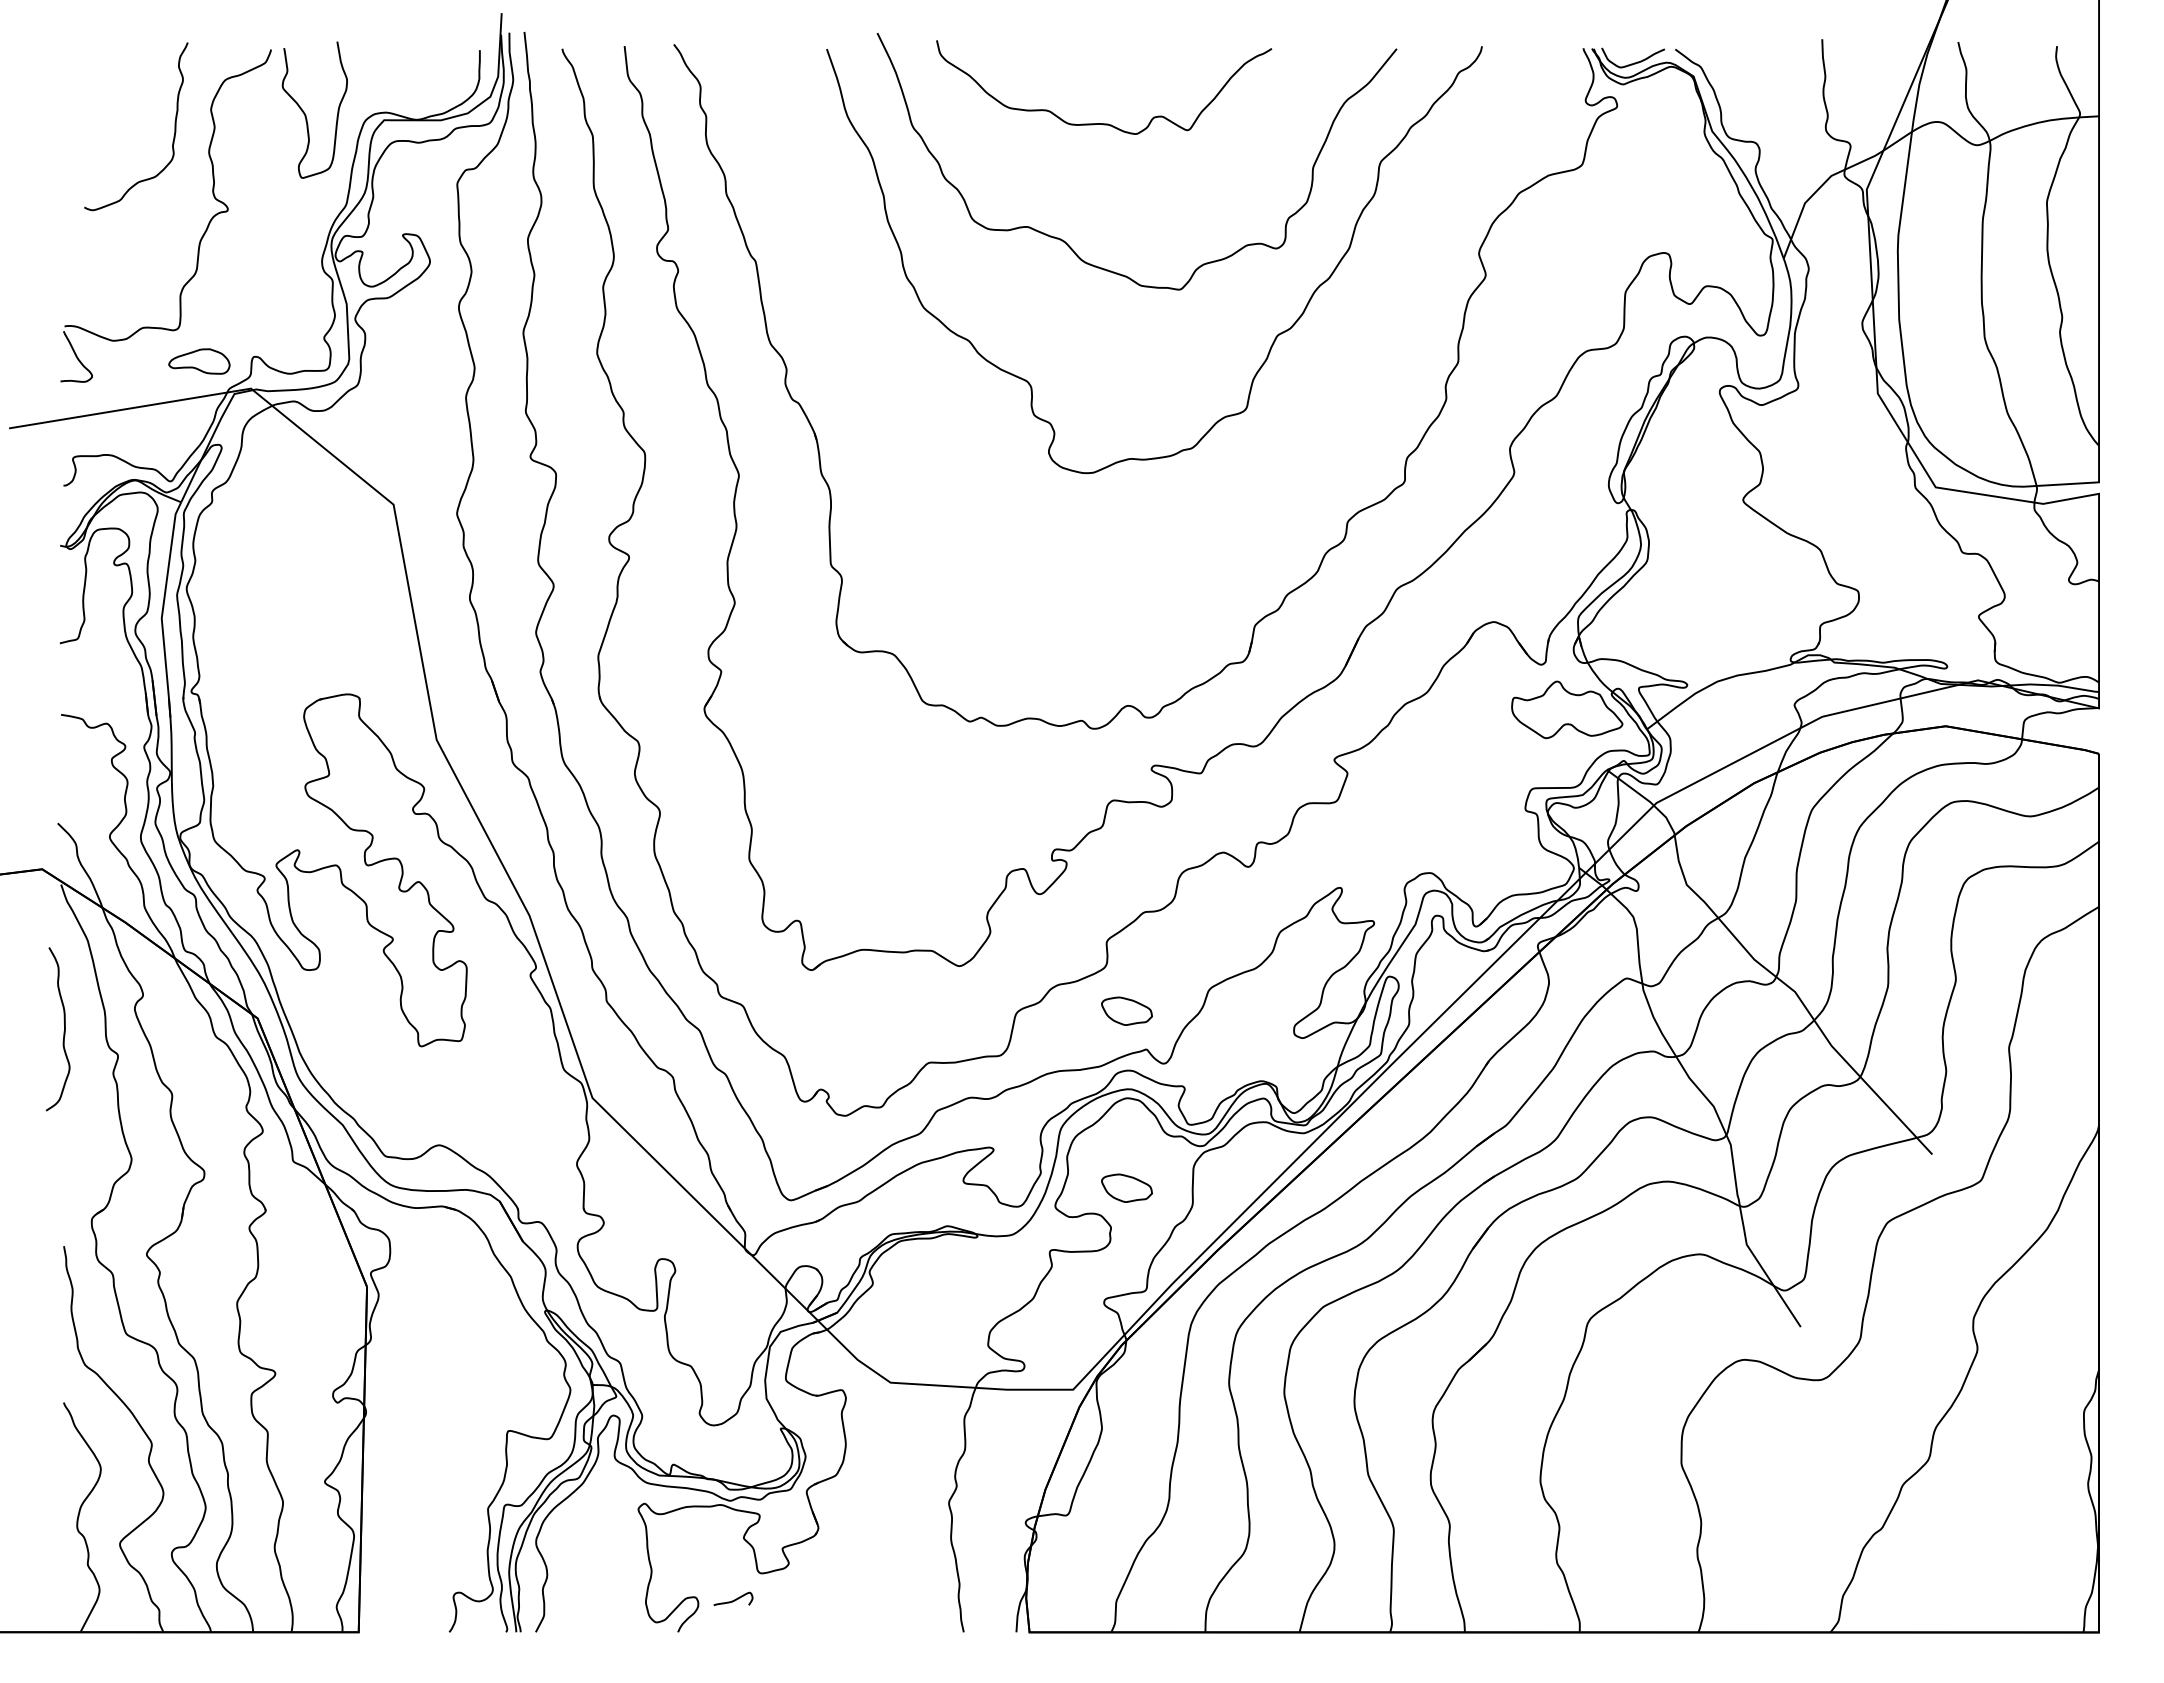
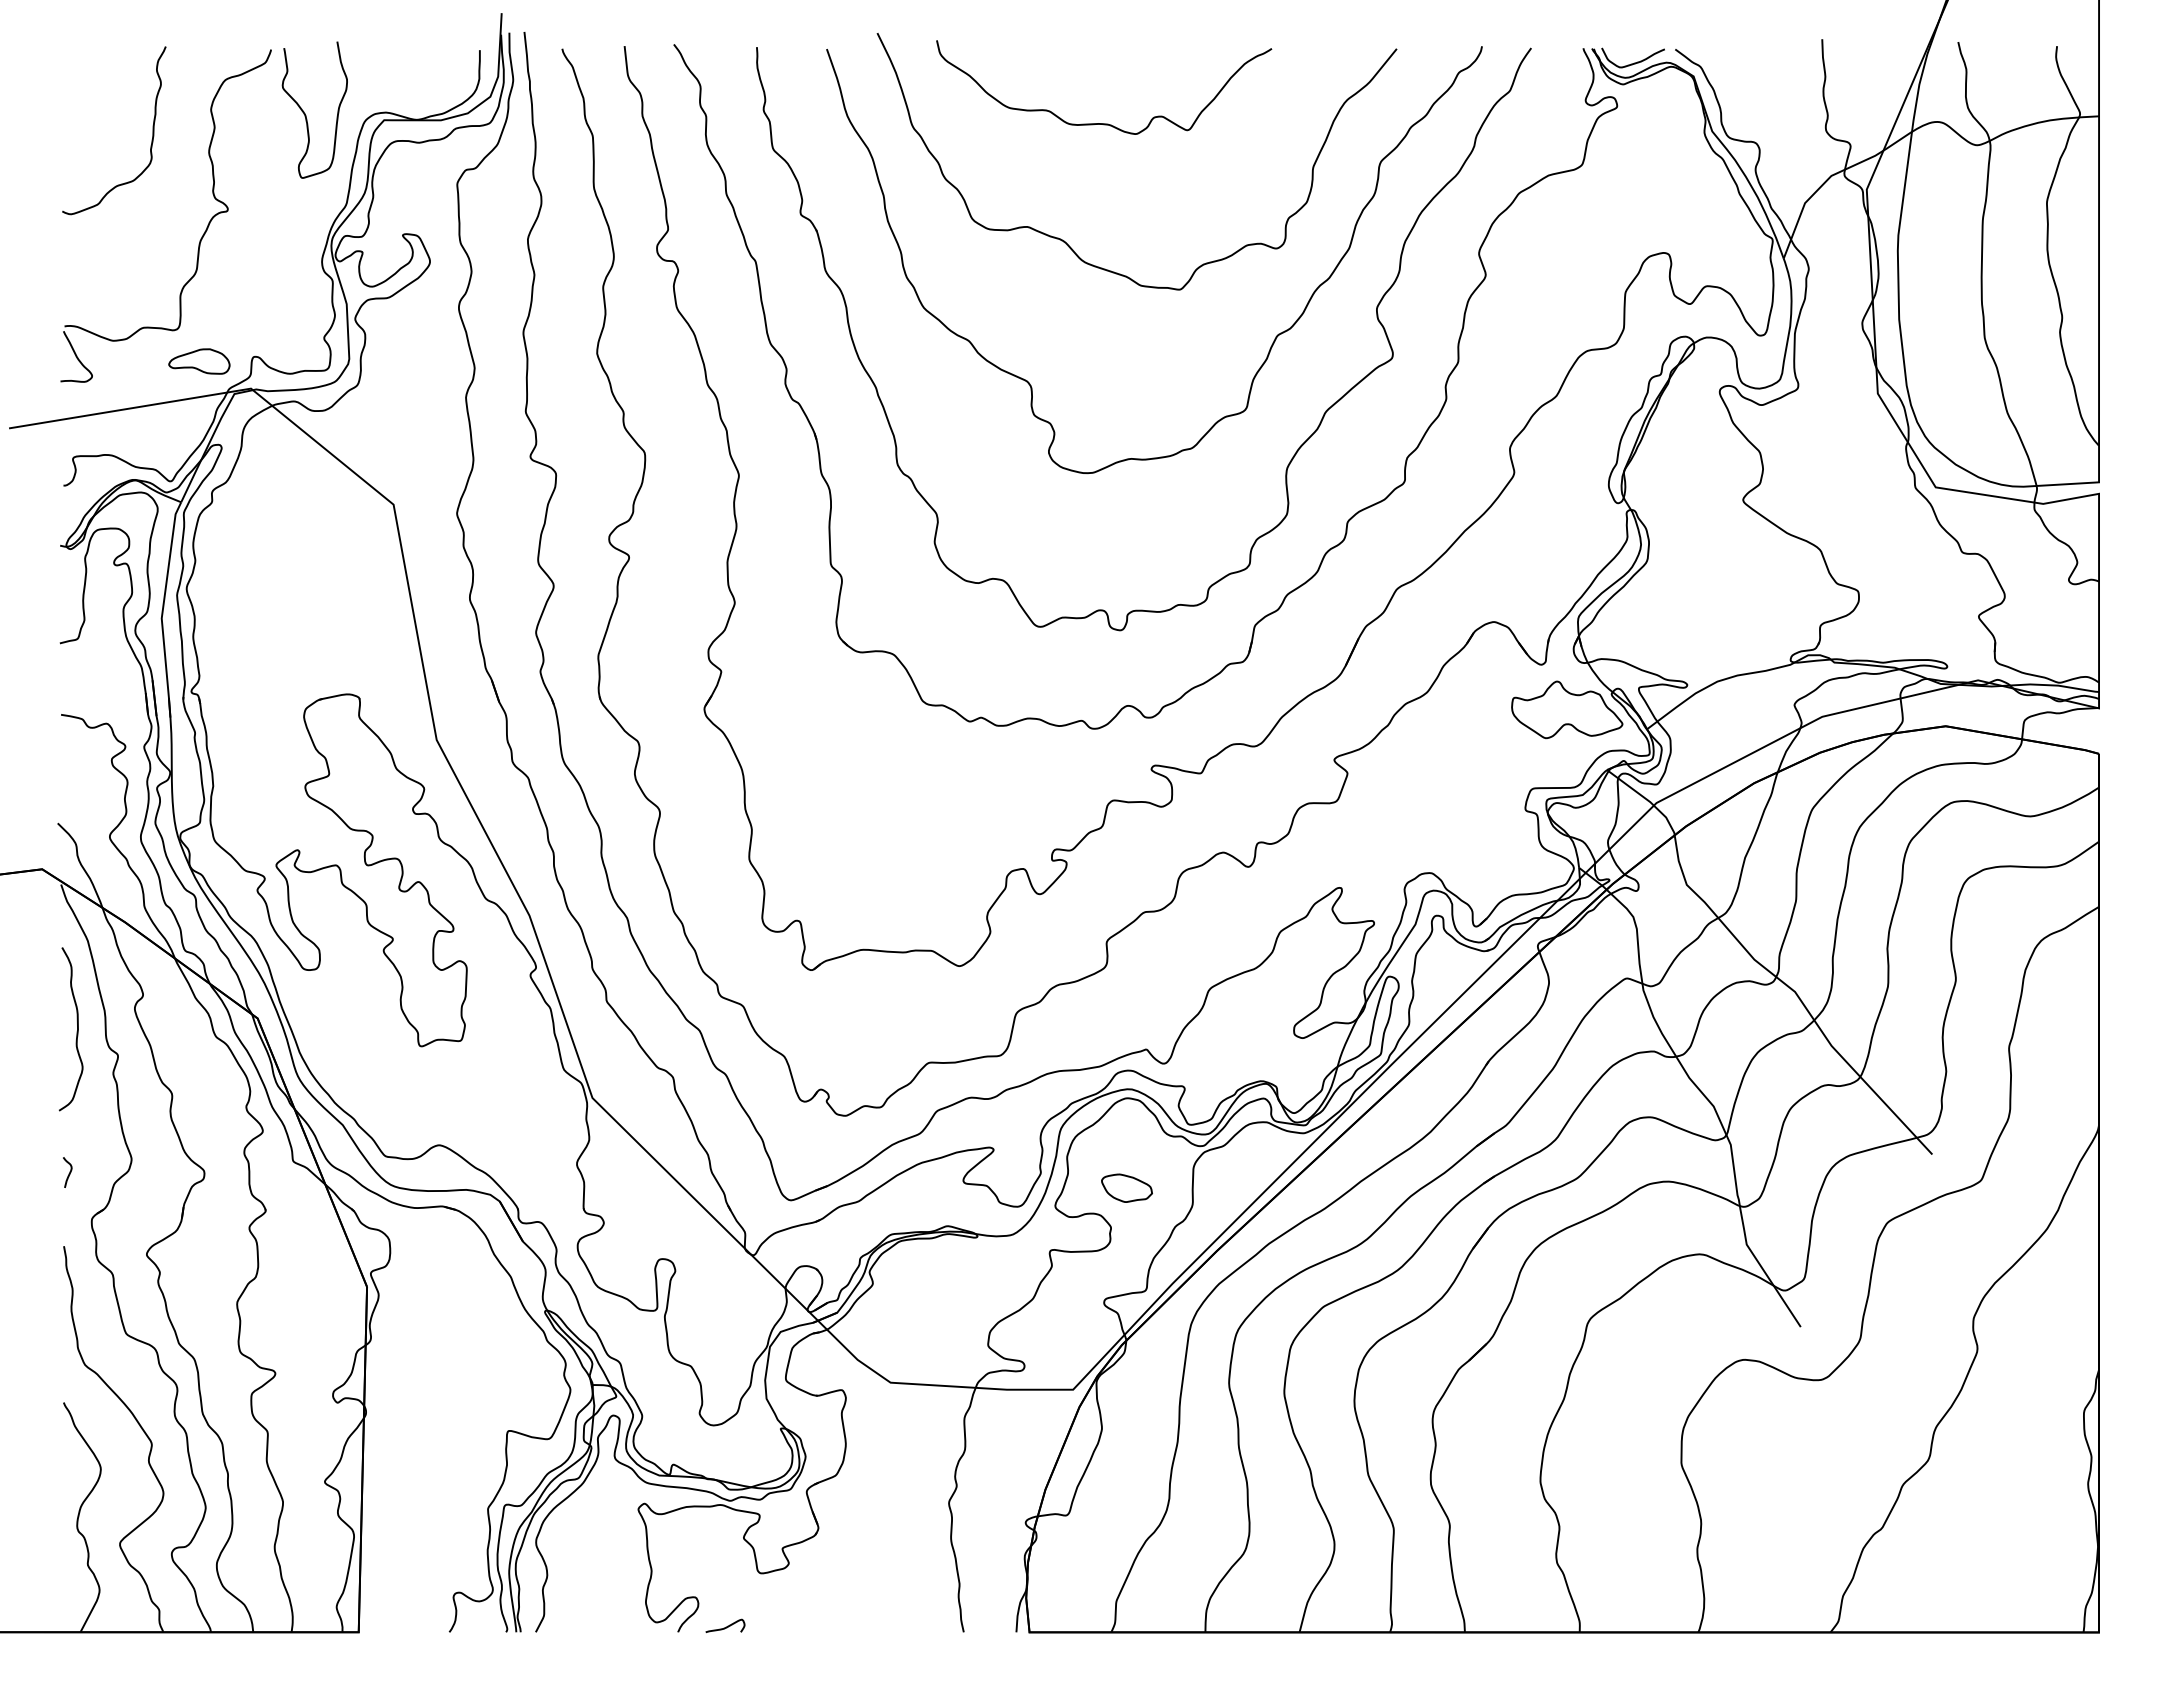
curve at (174, 126) position: (174, 126) -> (152, 130)
part at (1298, 447): none -> present
part at (1126, 1010): present -> none
curve at (63, 1031) position: (63, 1031) -> (76, 1031)
curve at (68, 1173): none -> present
curve at (734, 1599) position: (734, 1599) -> (726, 1626)
